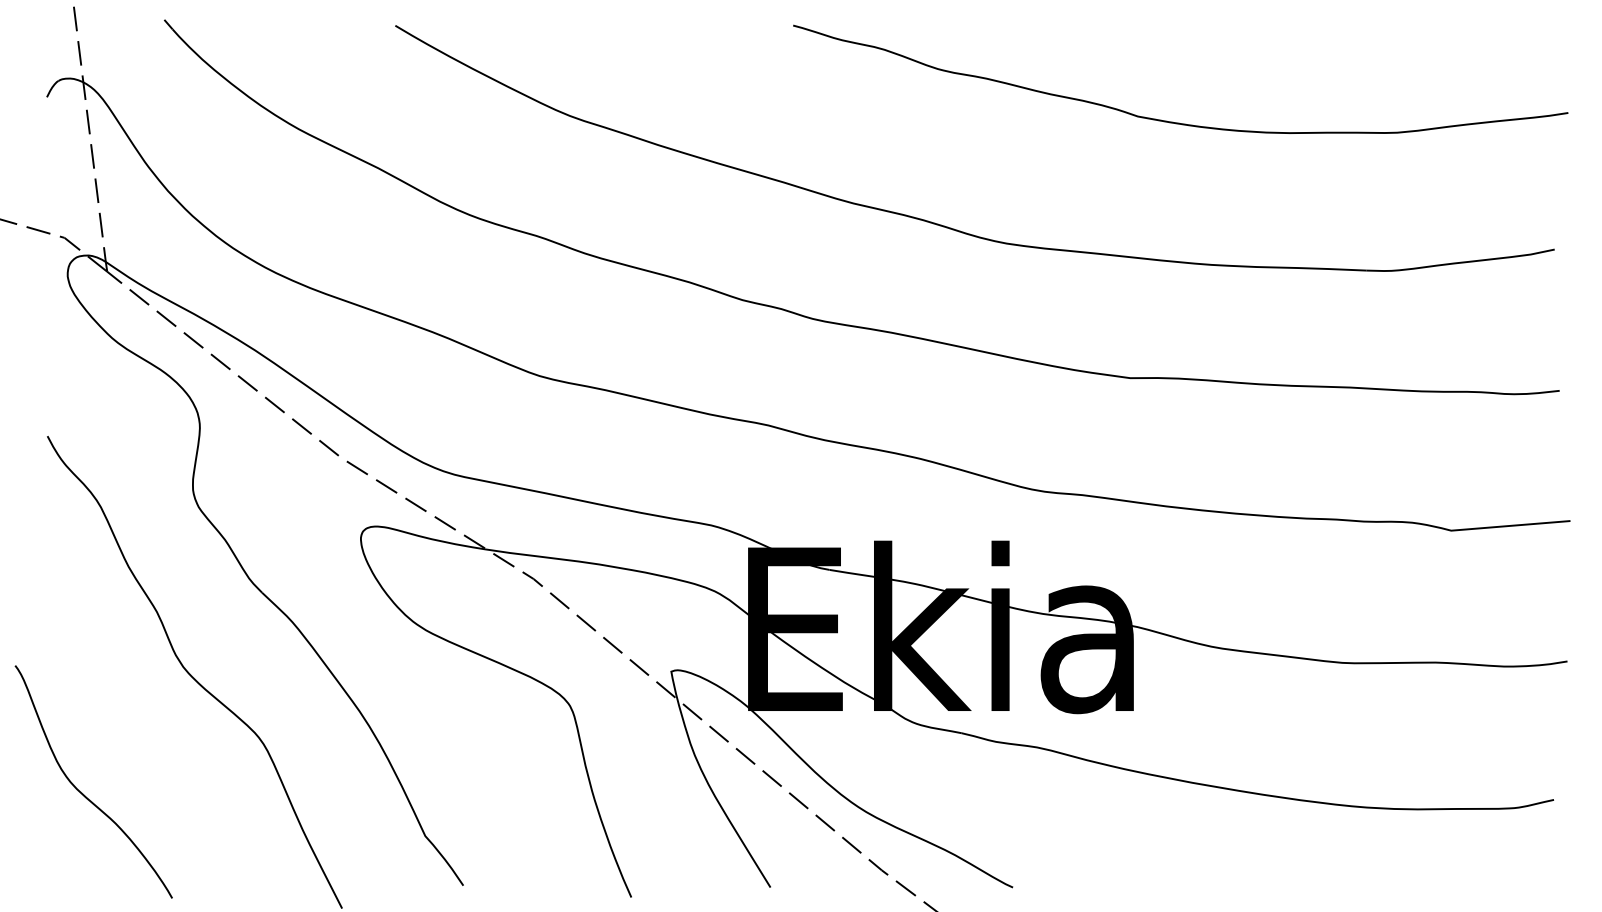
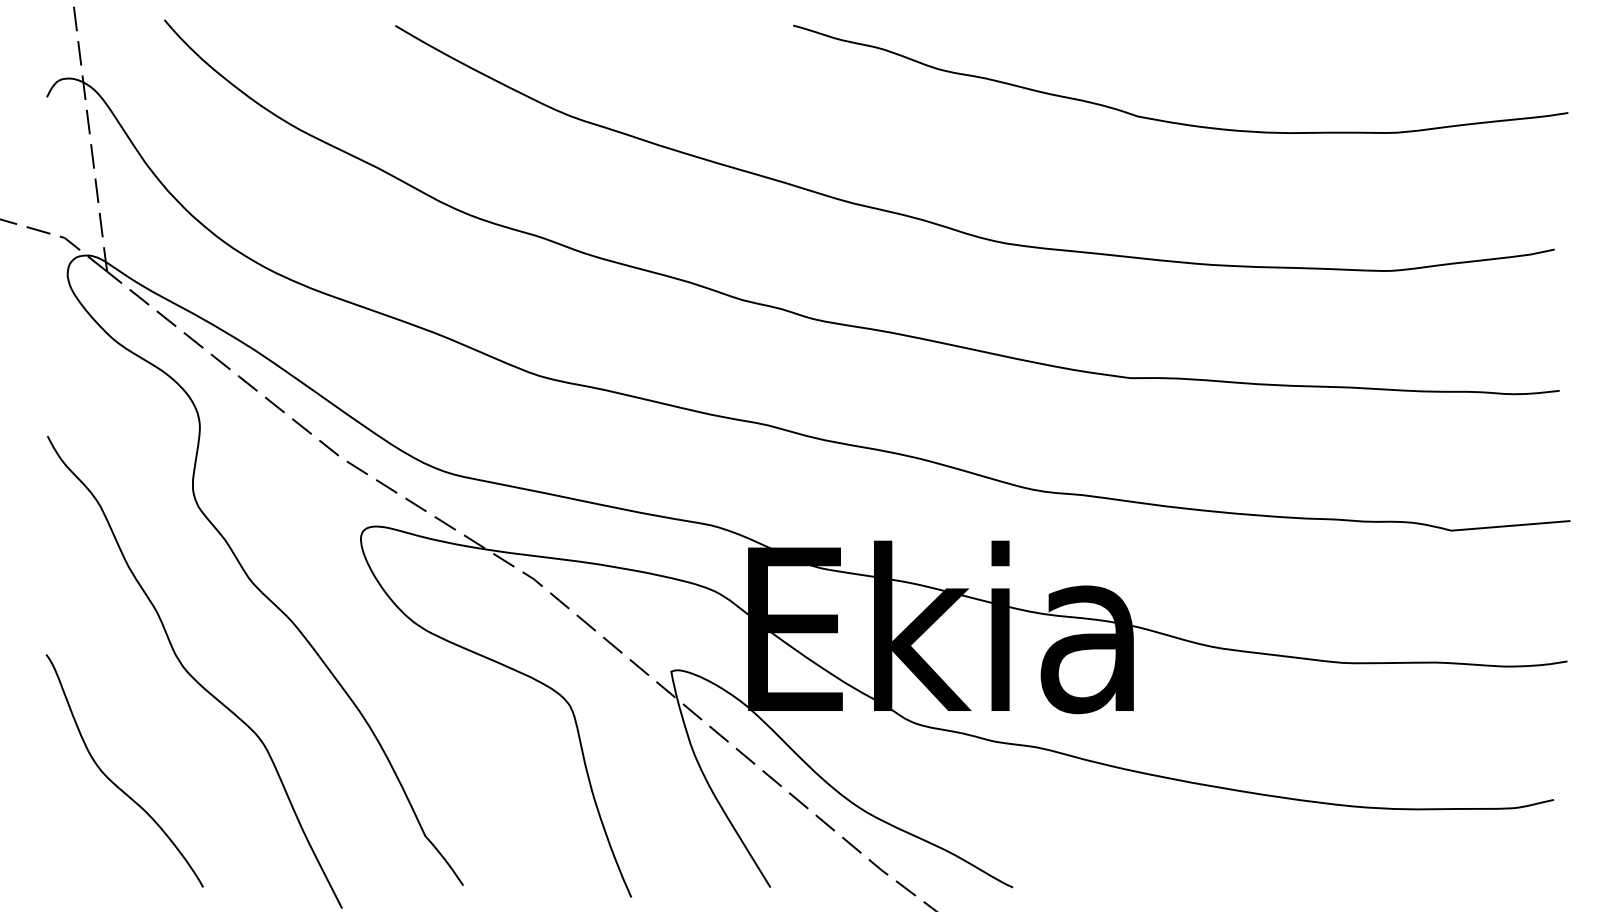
curve at (82, 792) position: (82, 792) -> (113, 781)
